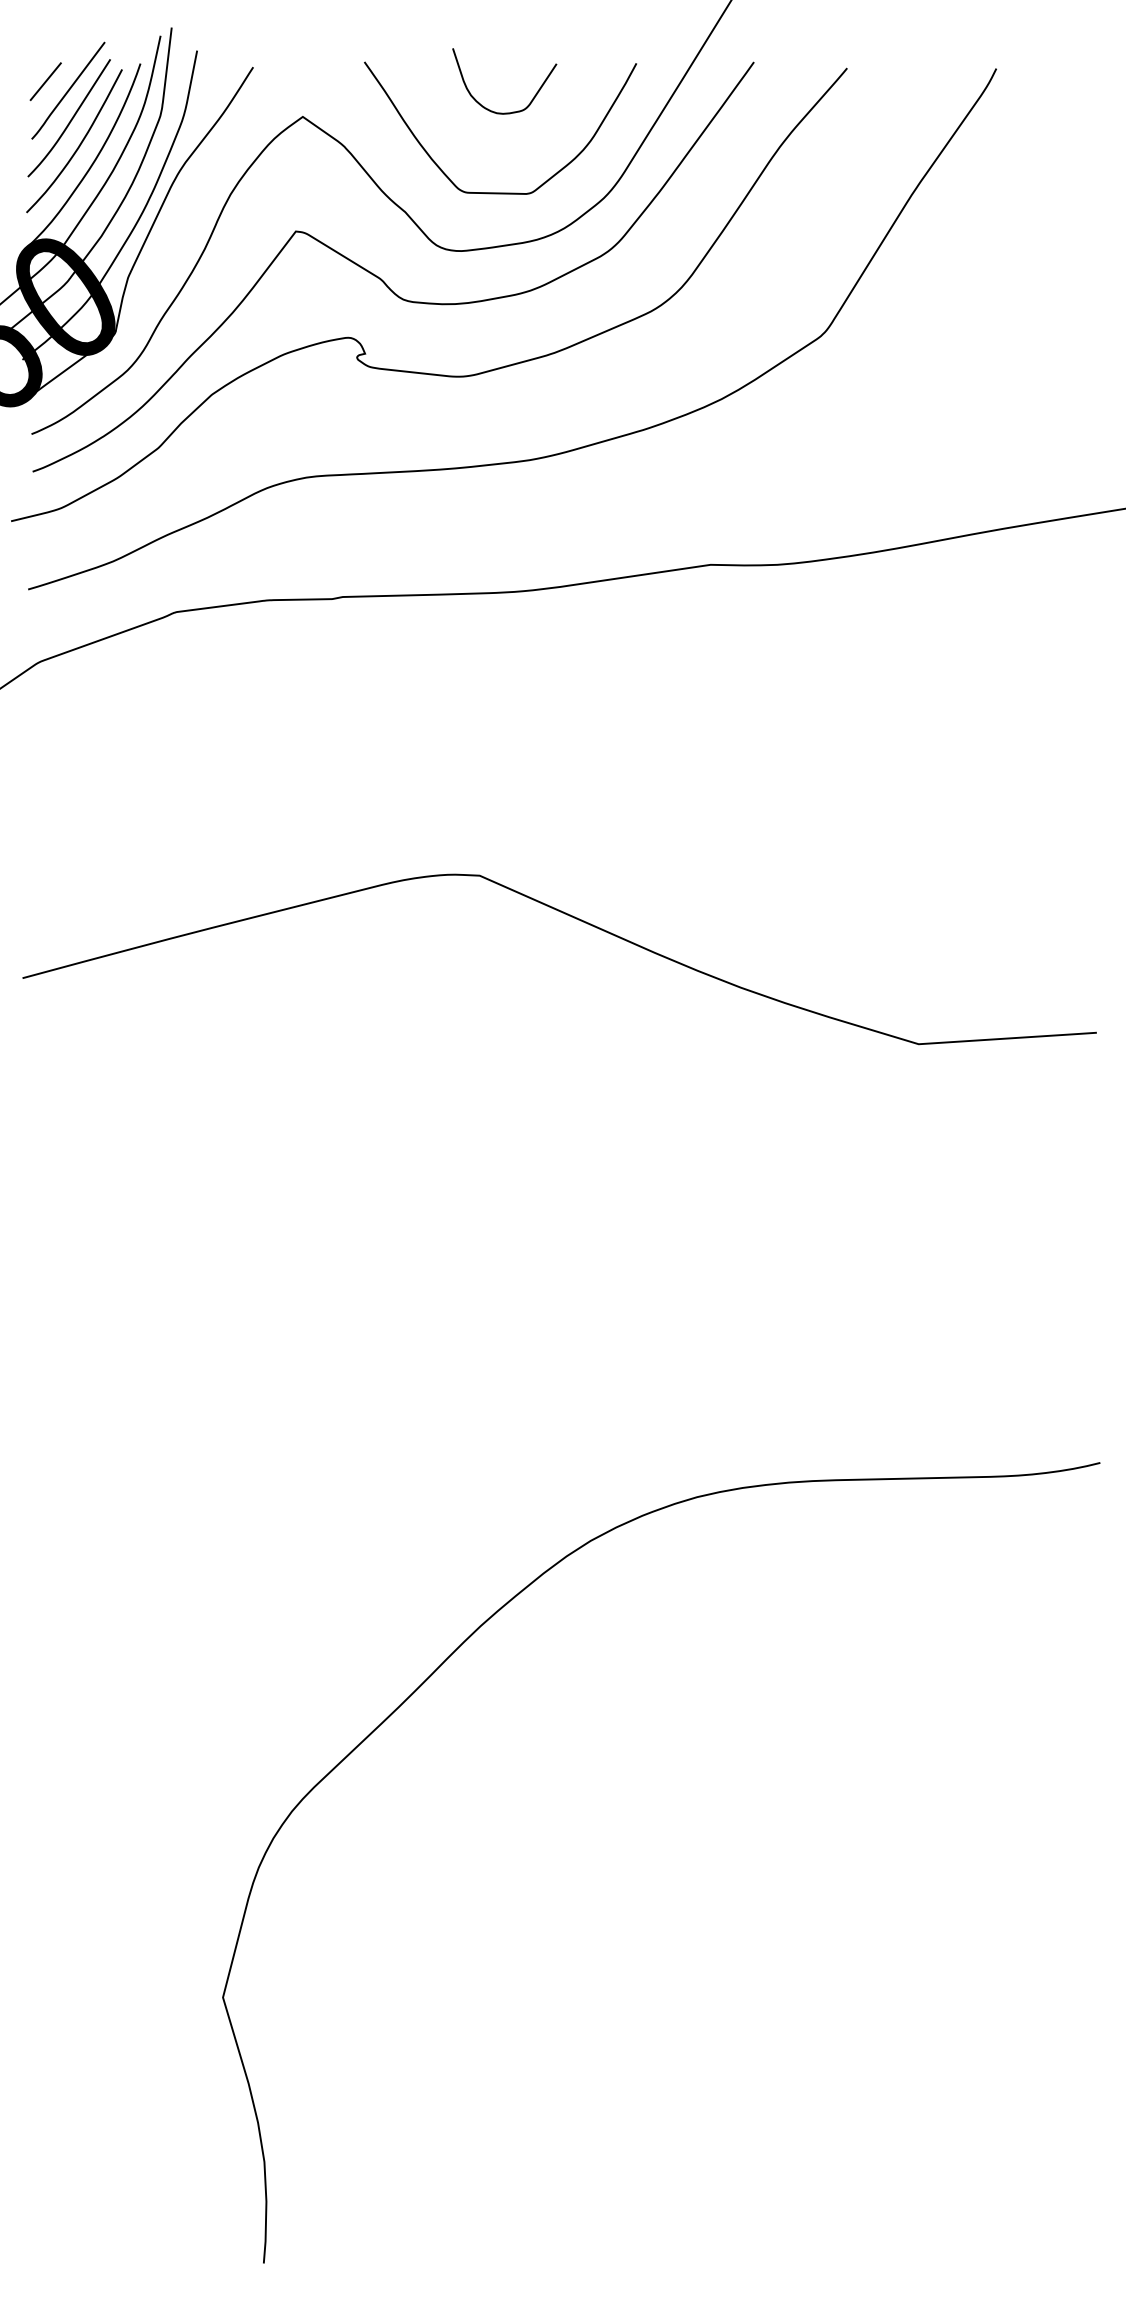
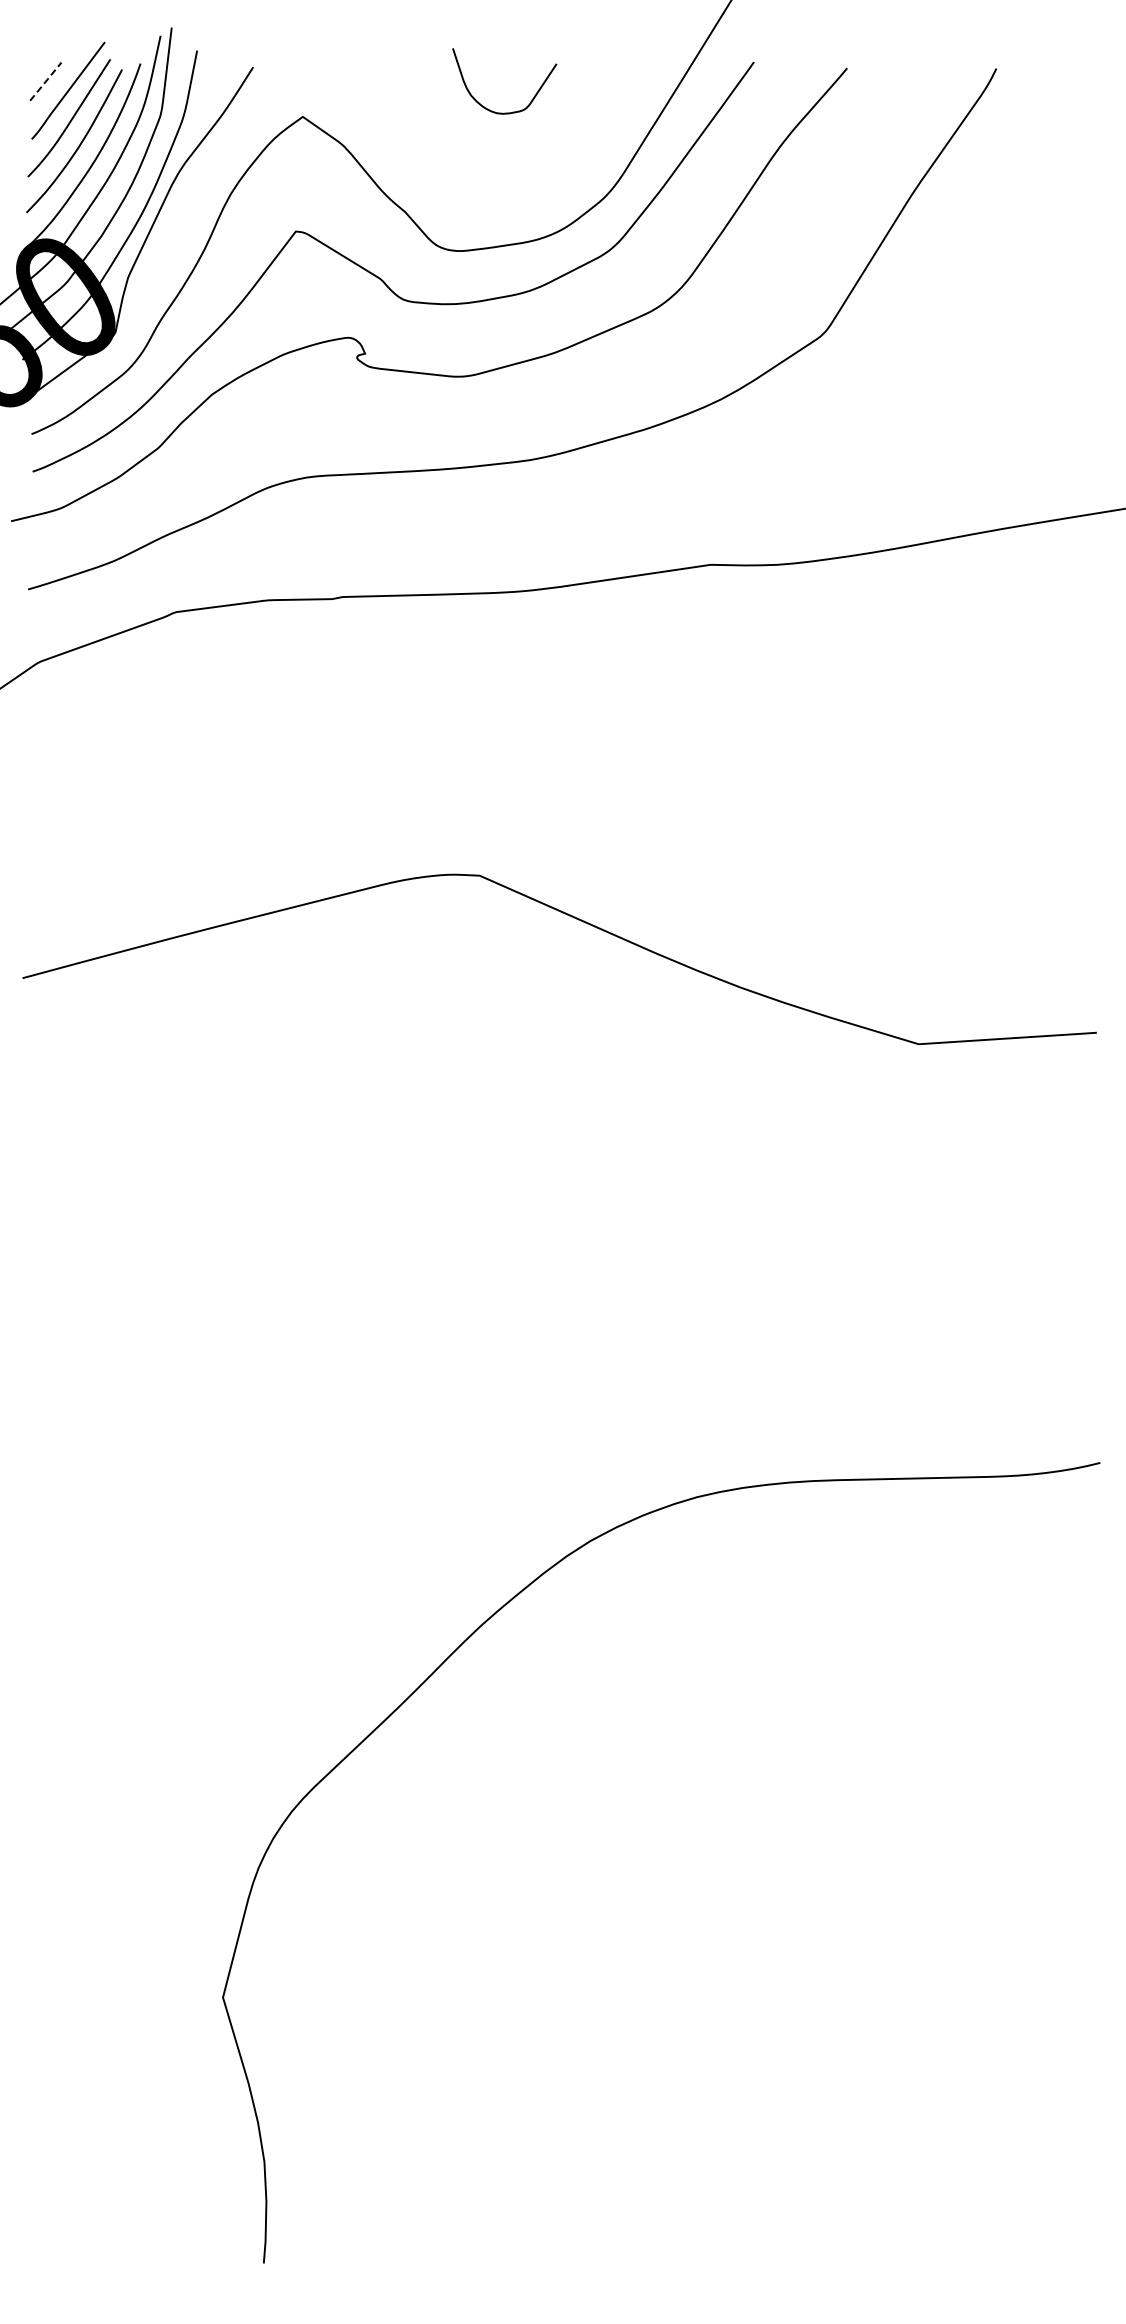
line at (45, 81): solid -> dashed
curve at (500, 192): present -> none
